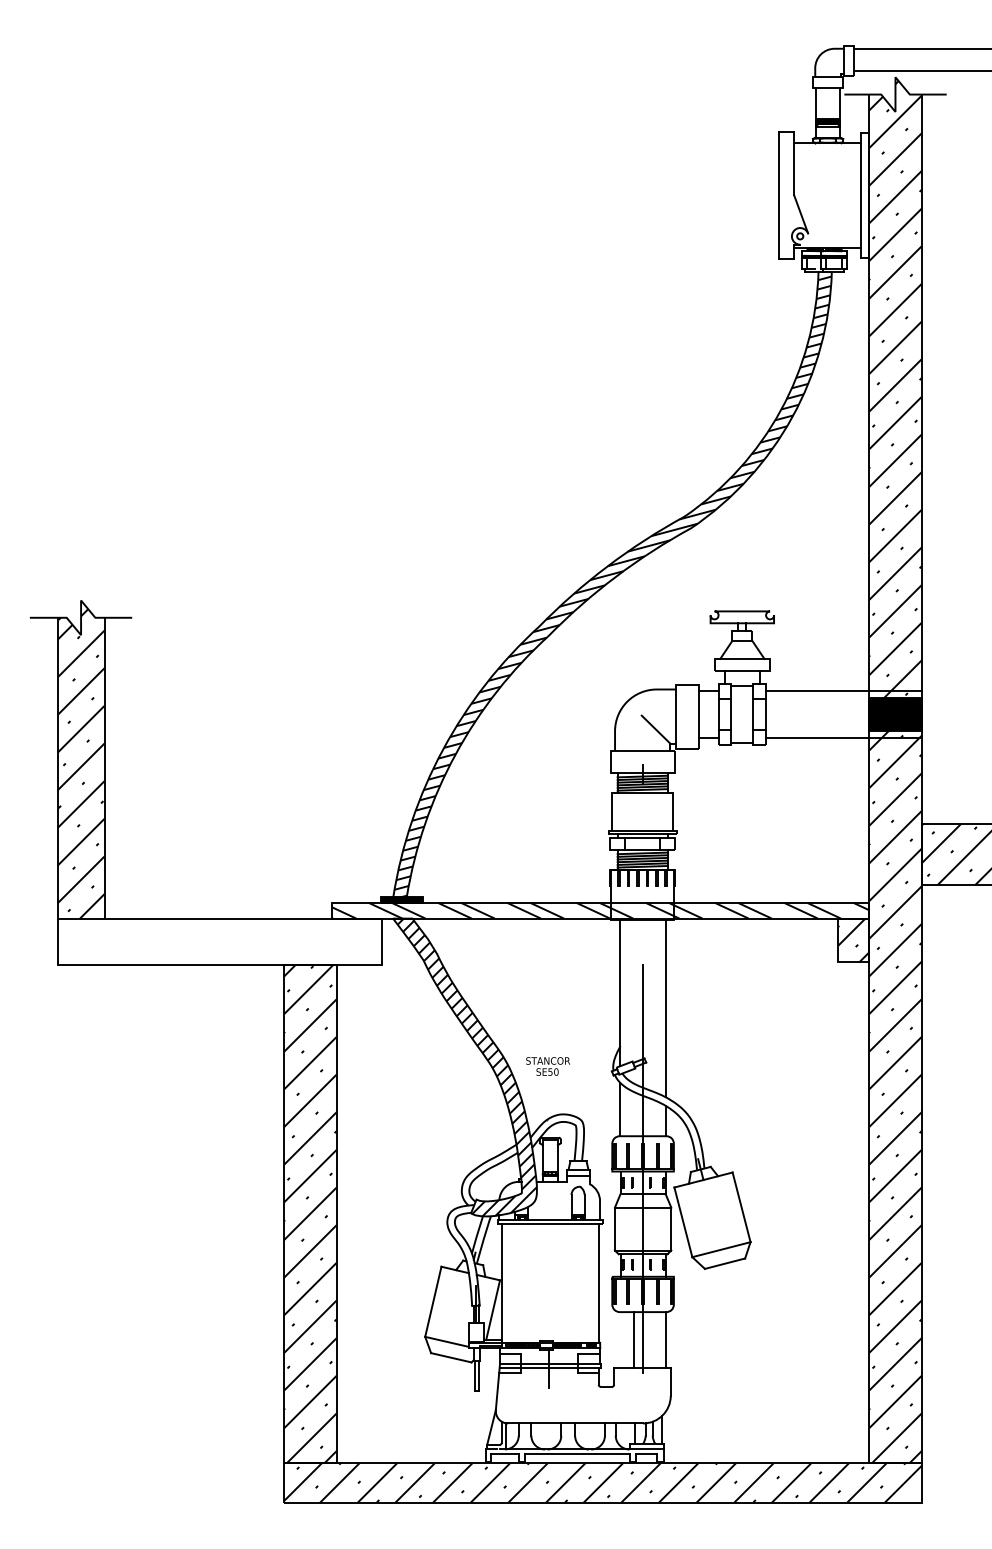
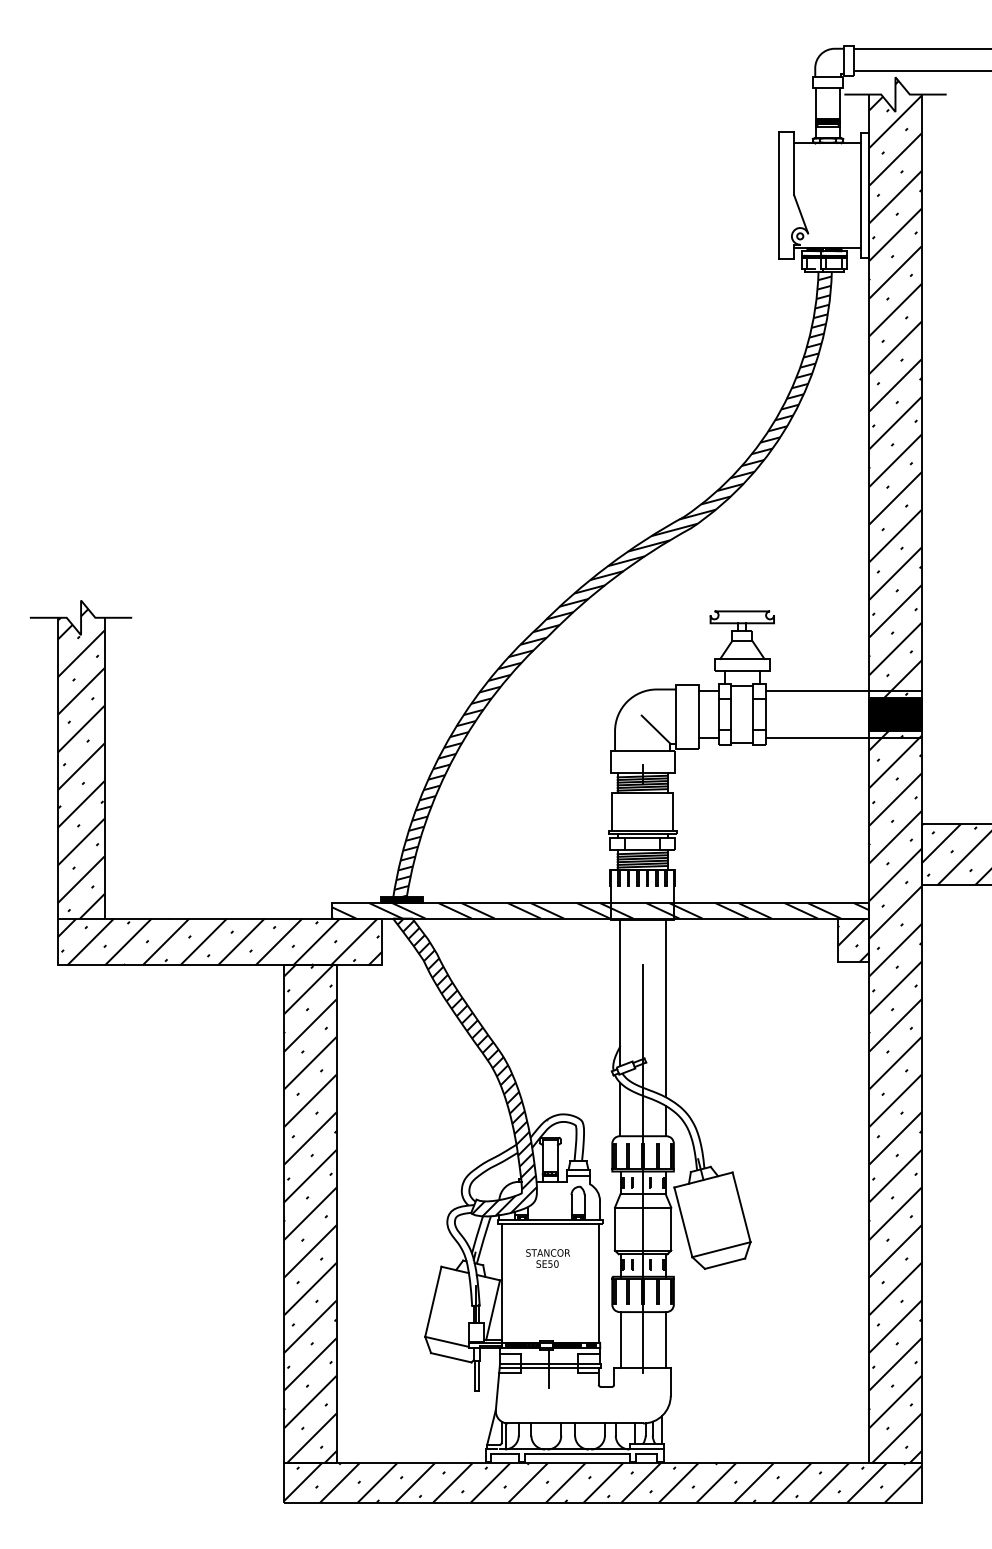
hatch at (219, 941): none -> present
text at (547, 1066) position: (547, 1066) -> (547, 1258)
line at (633, 1340) position: (633, 1340) -> (620, 1340)
